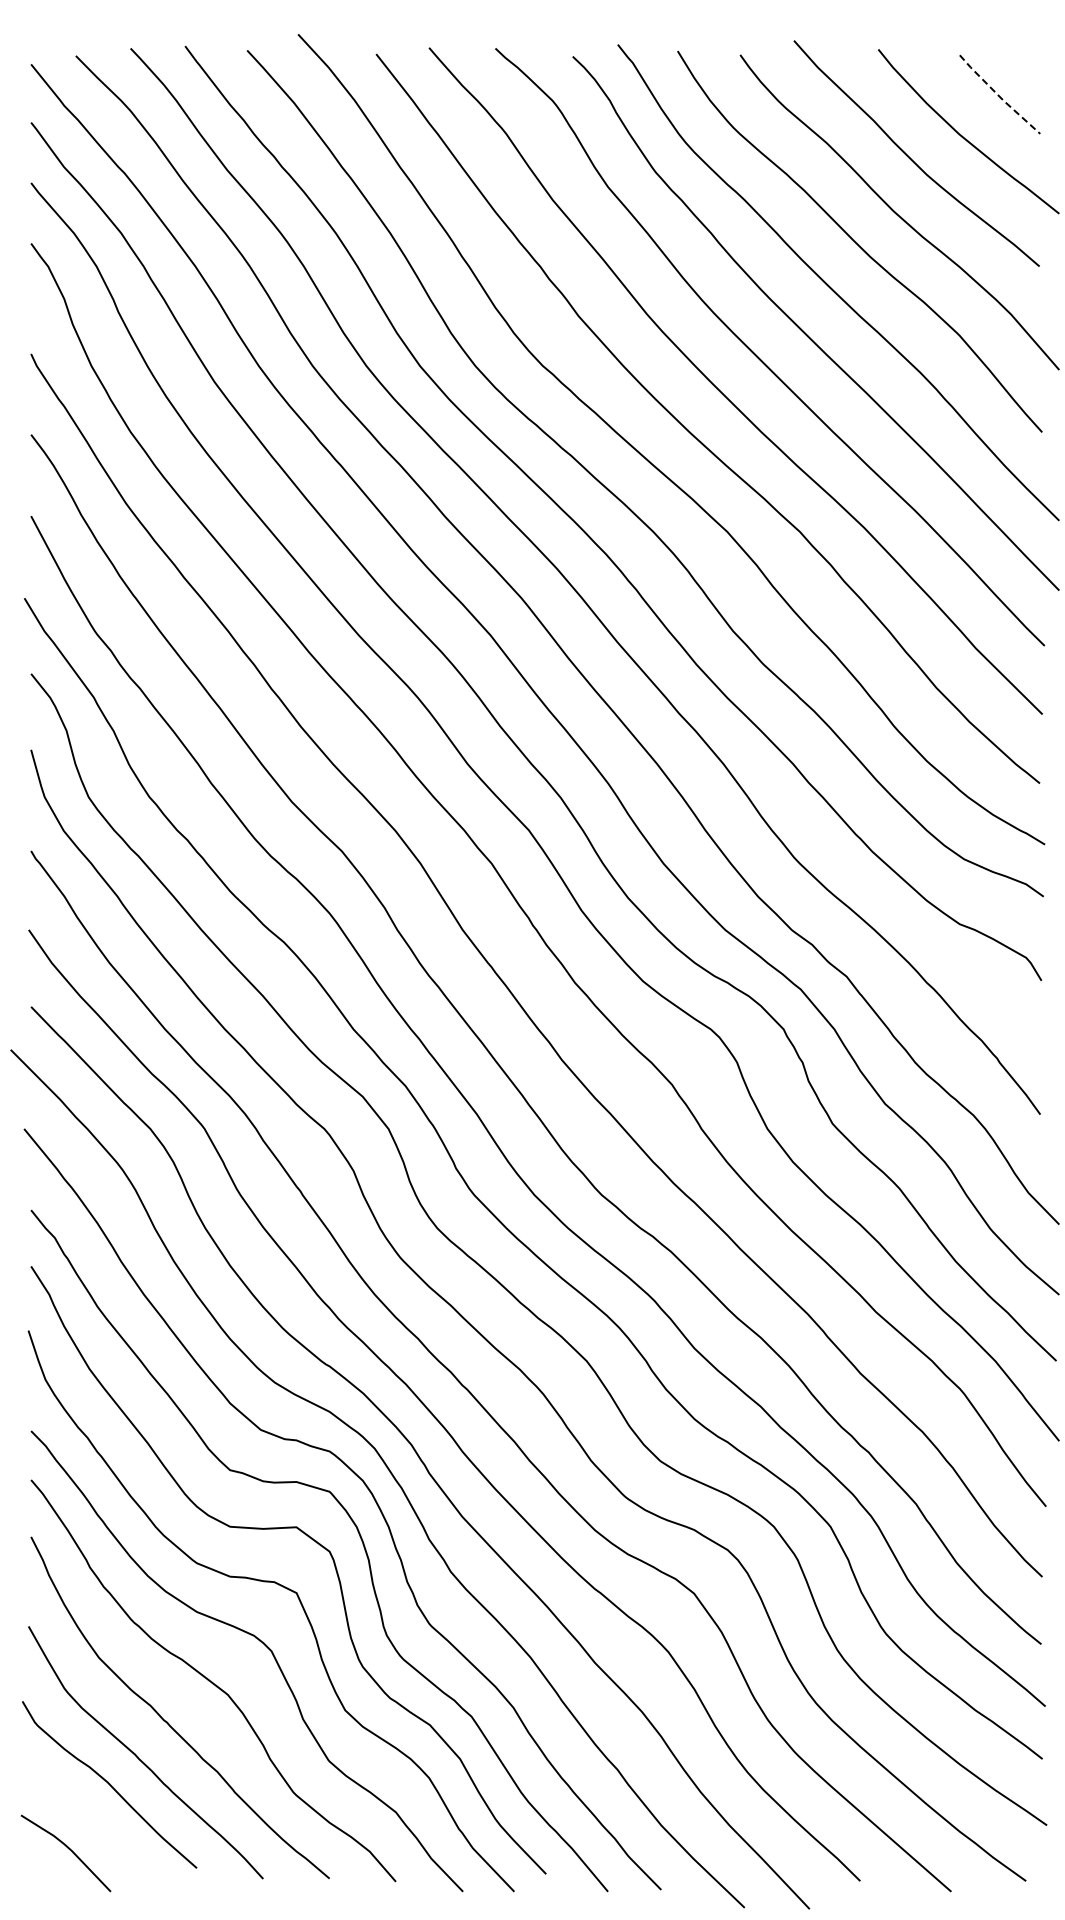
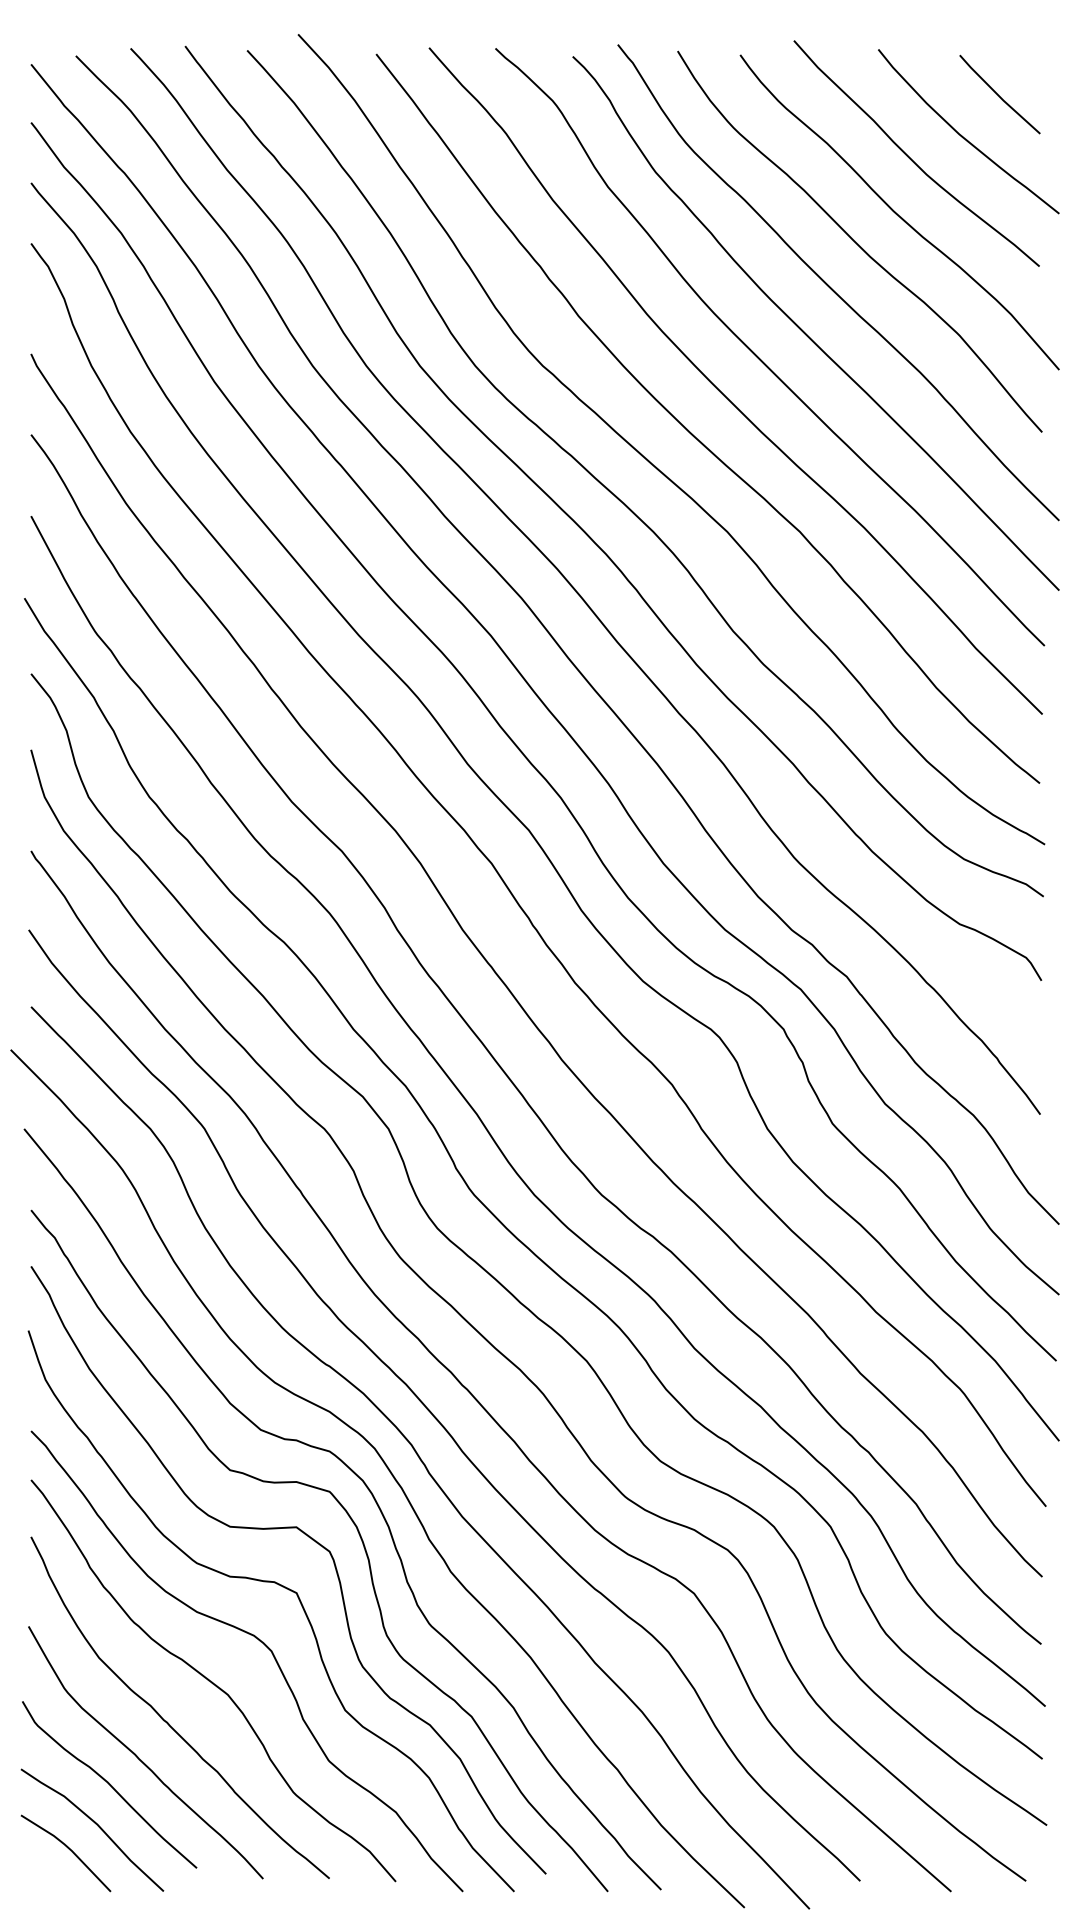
line at (998, 95): dashed -> solid
curve at (96, 1825): none -> present
